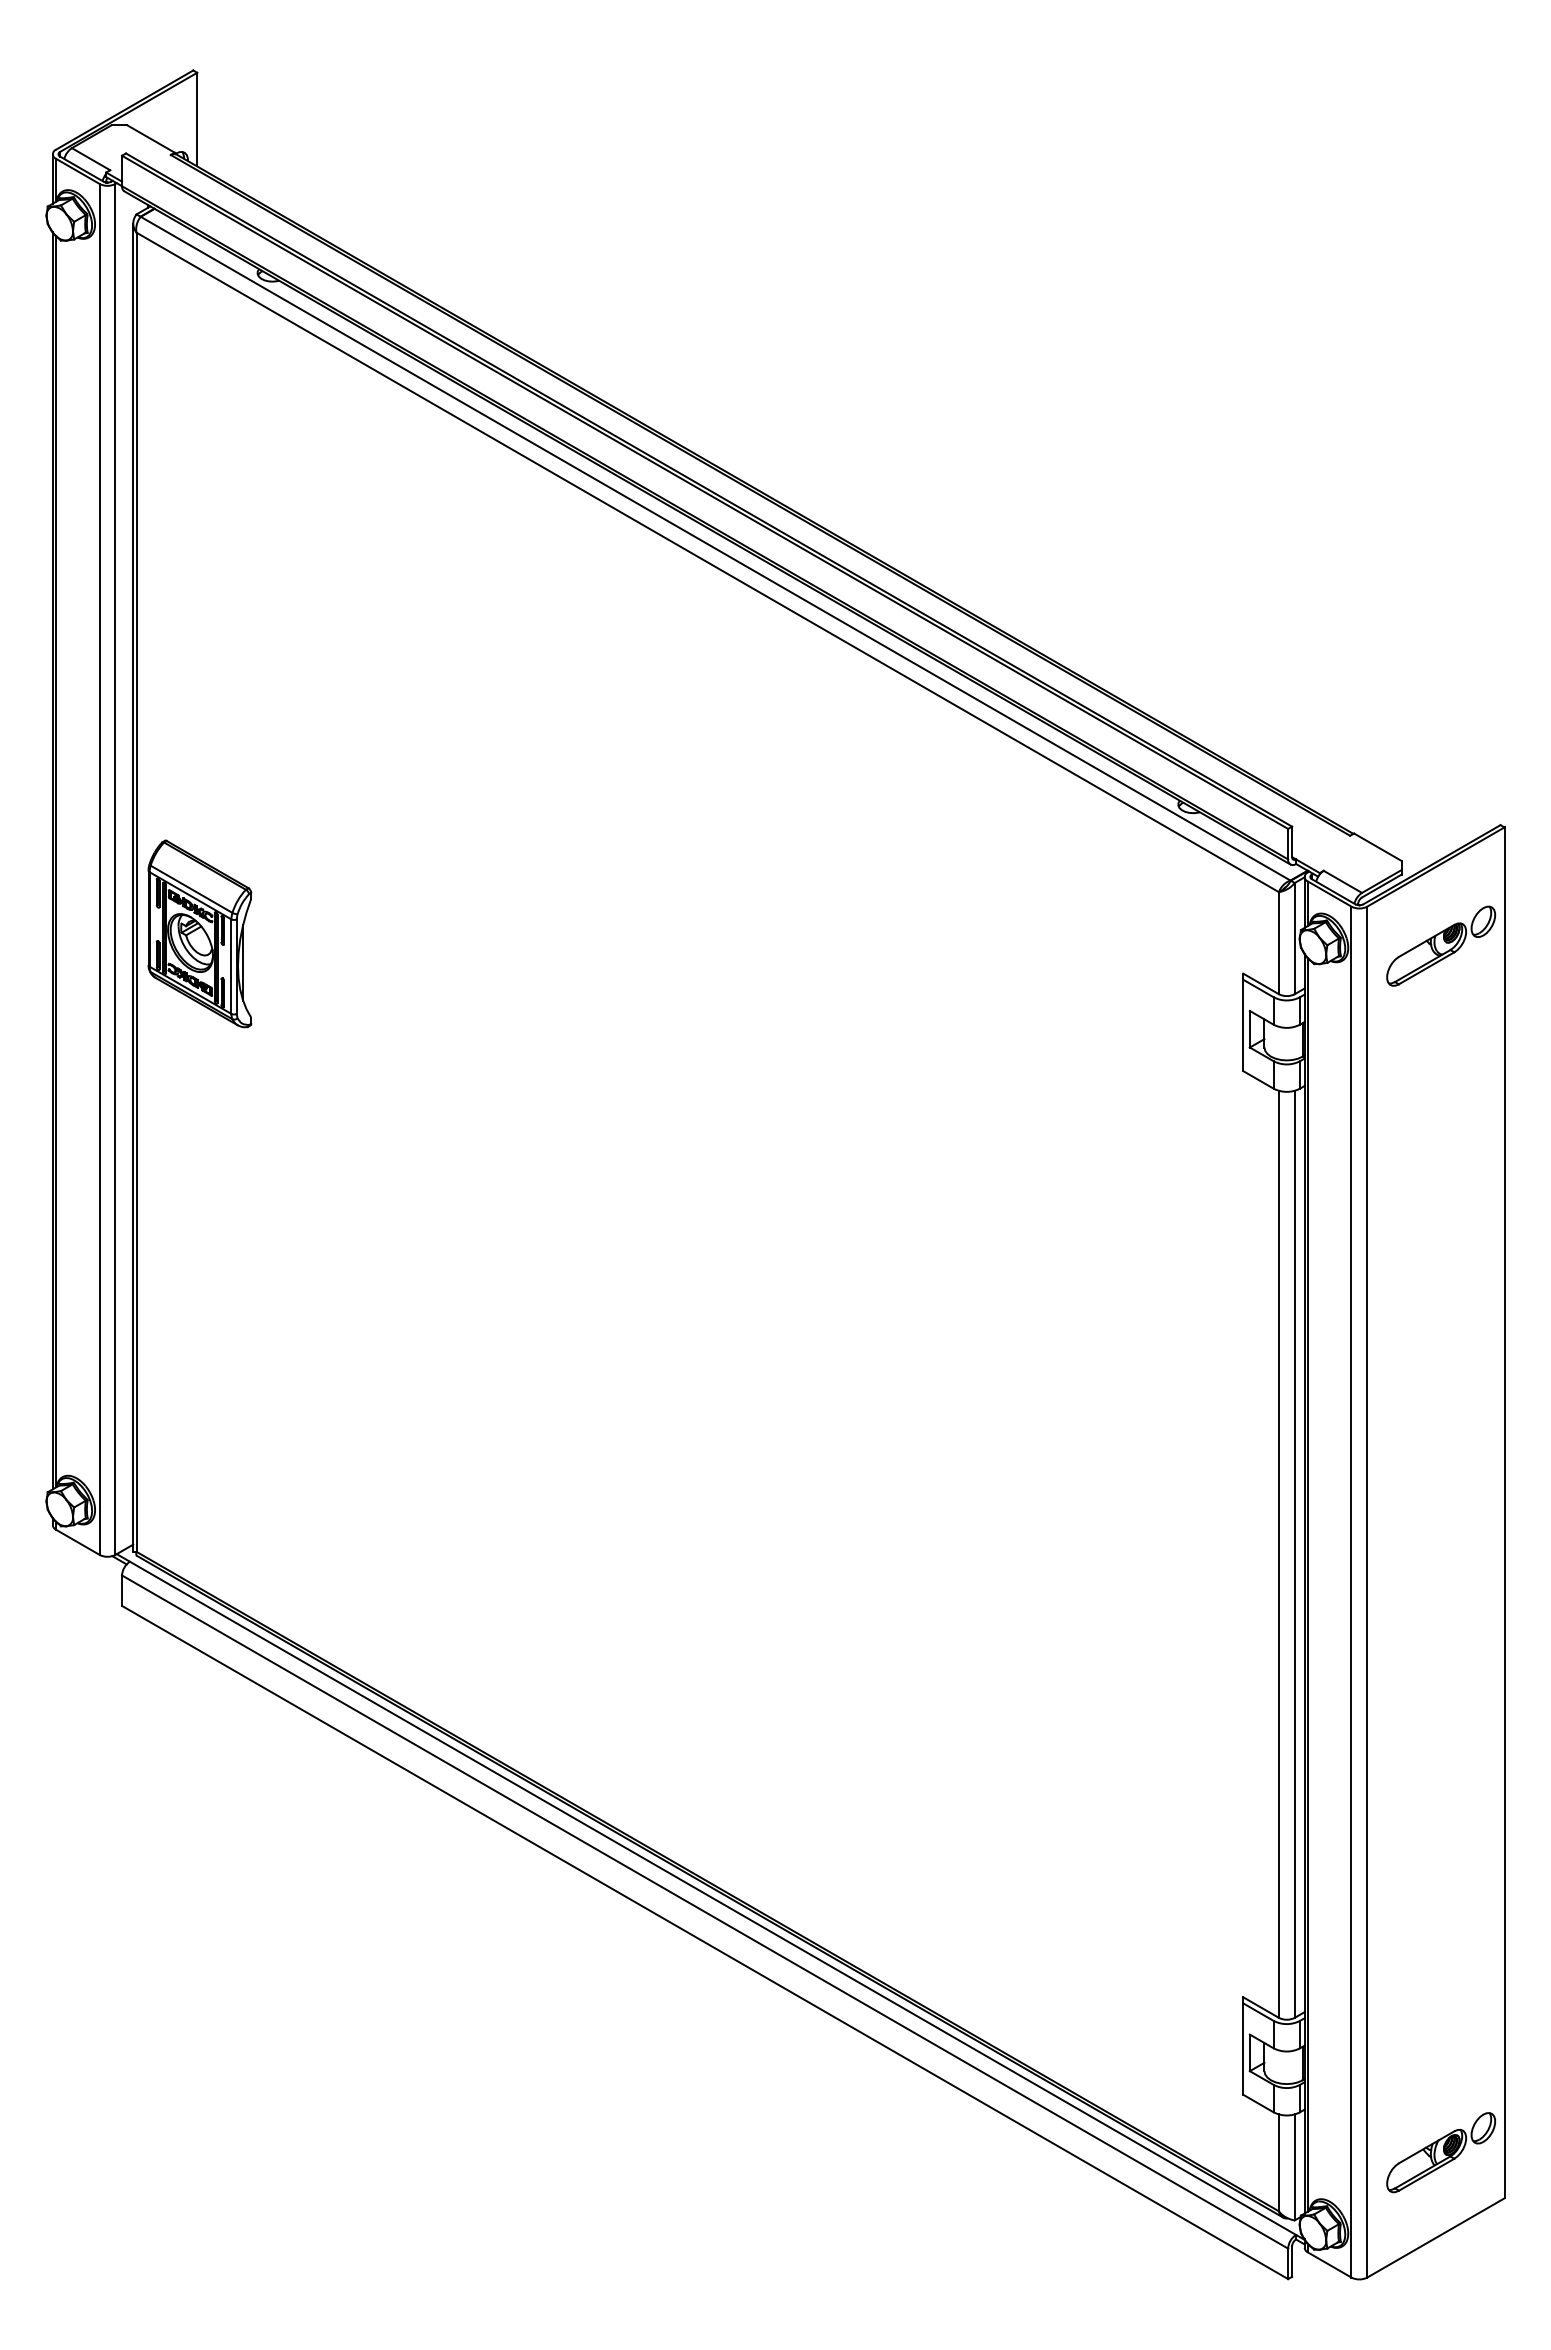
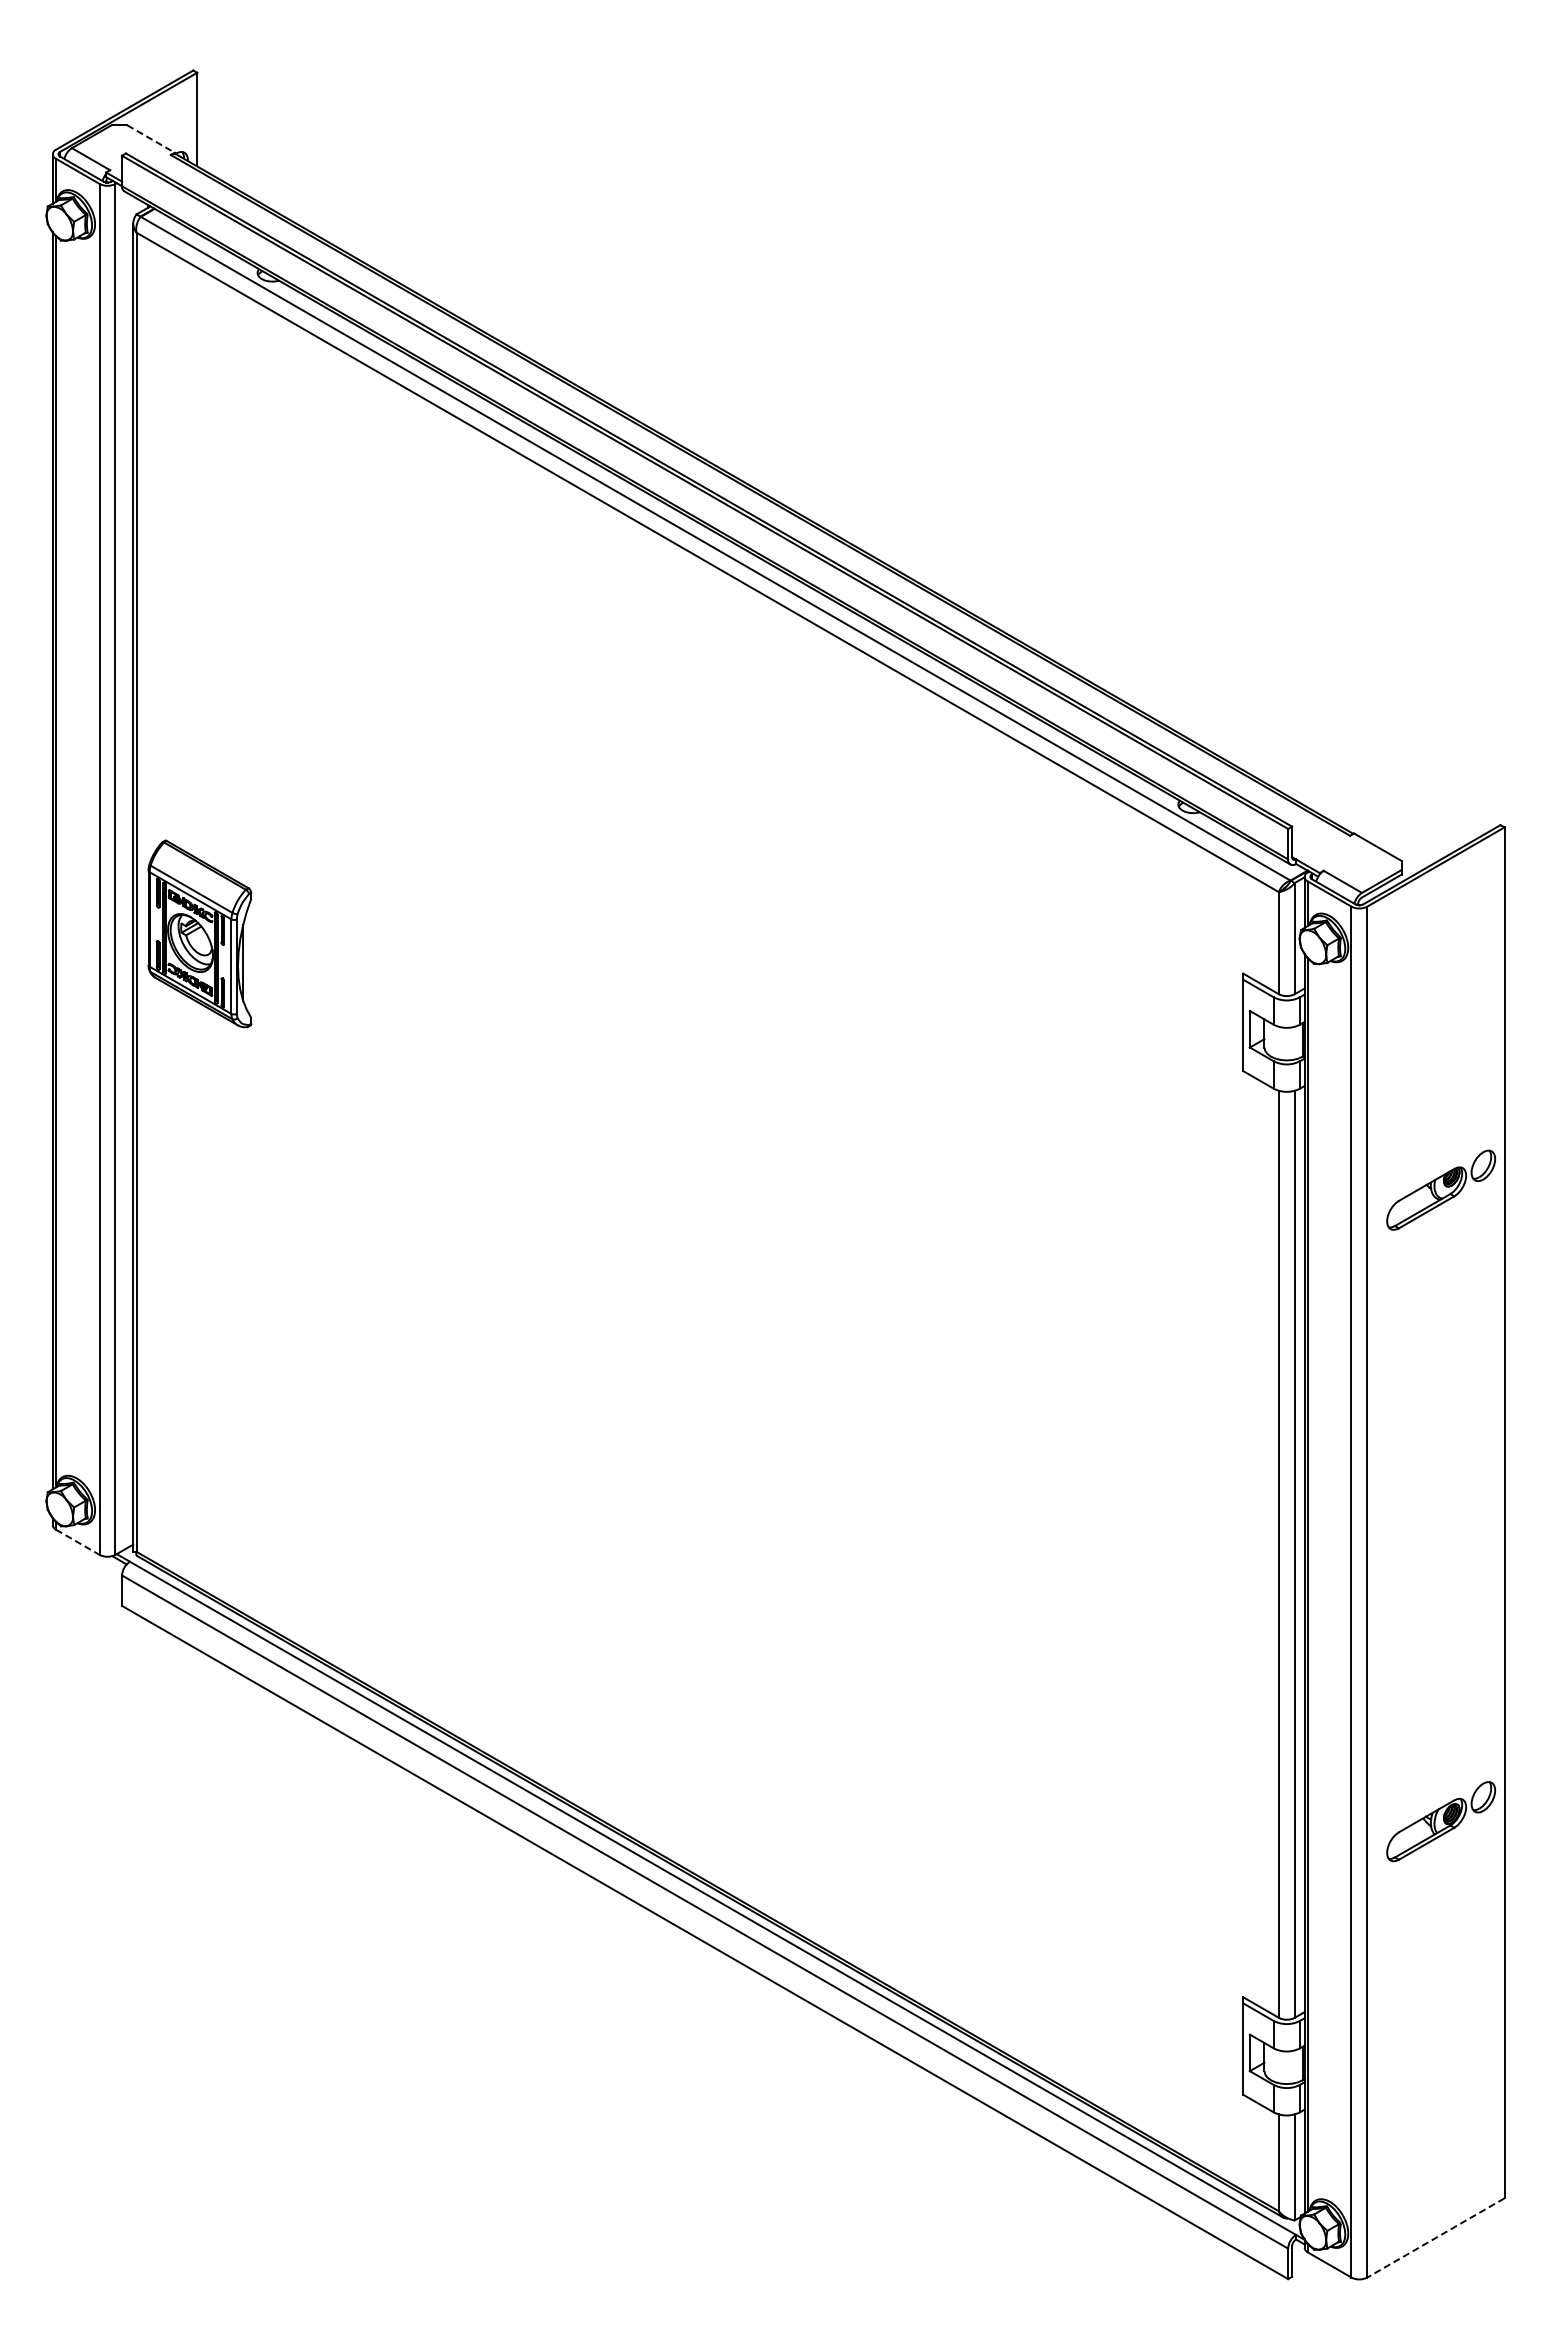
line at (151, 139): solid -> dashed
part at (1440, 945) position: (1440, 945) -> (1440, 1189)
line at (78, 1542): solid -> dashed
part at (1440, 2152) position: (1440, 2152) -> (1440, 1821)
line at (1435, 2238): solid -> dashed
